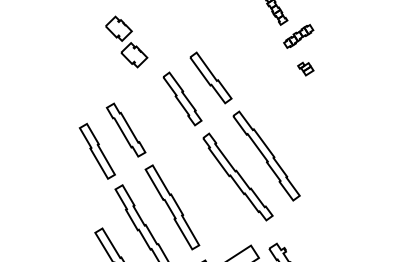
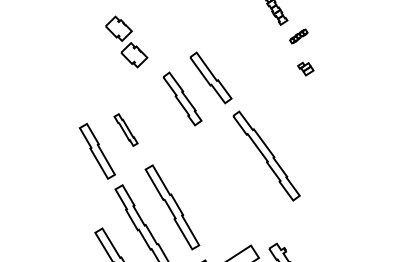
part at (298, 36) size: 32x25 px -> 20x17 px
part at (125, 129) size: 42x56 px -> 26x34 px
part at (237, 176): present -> none
